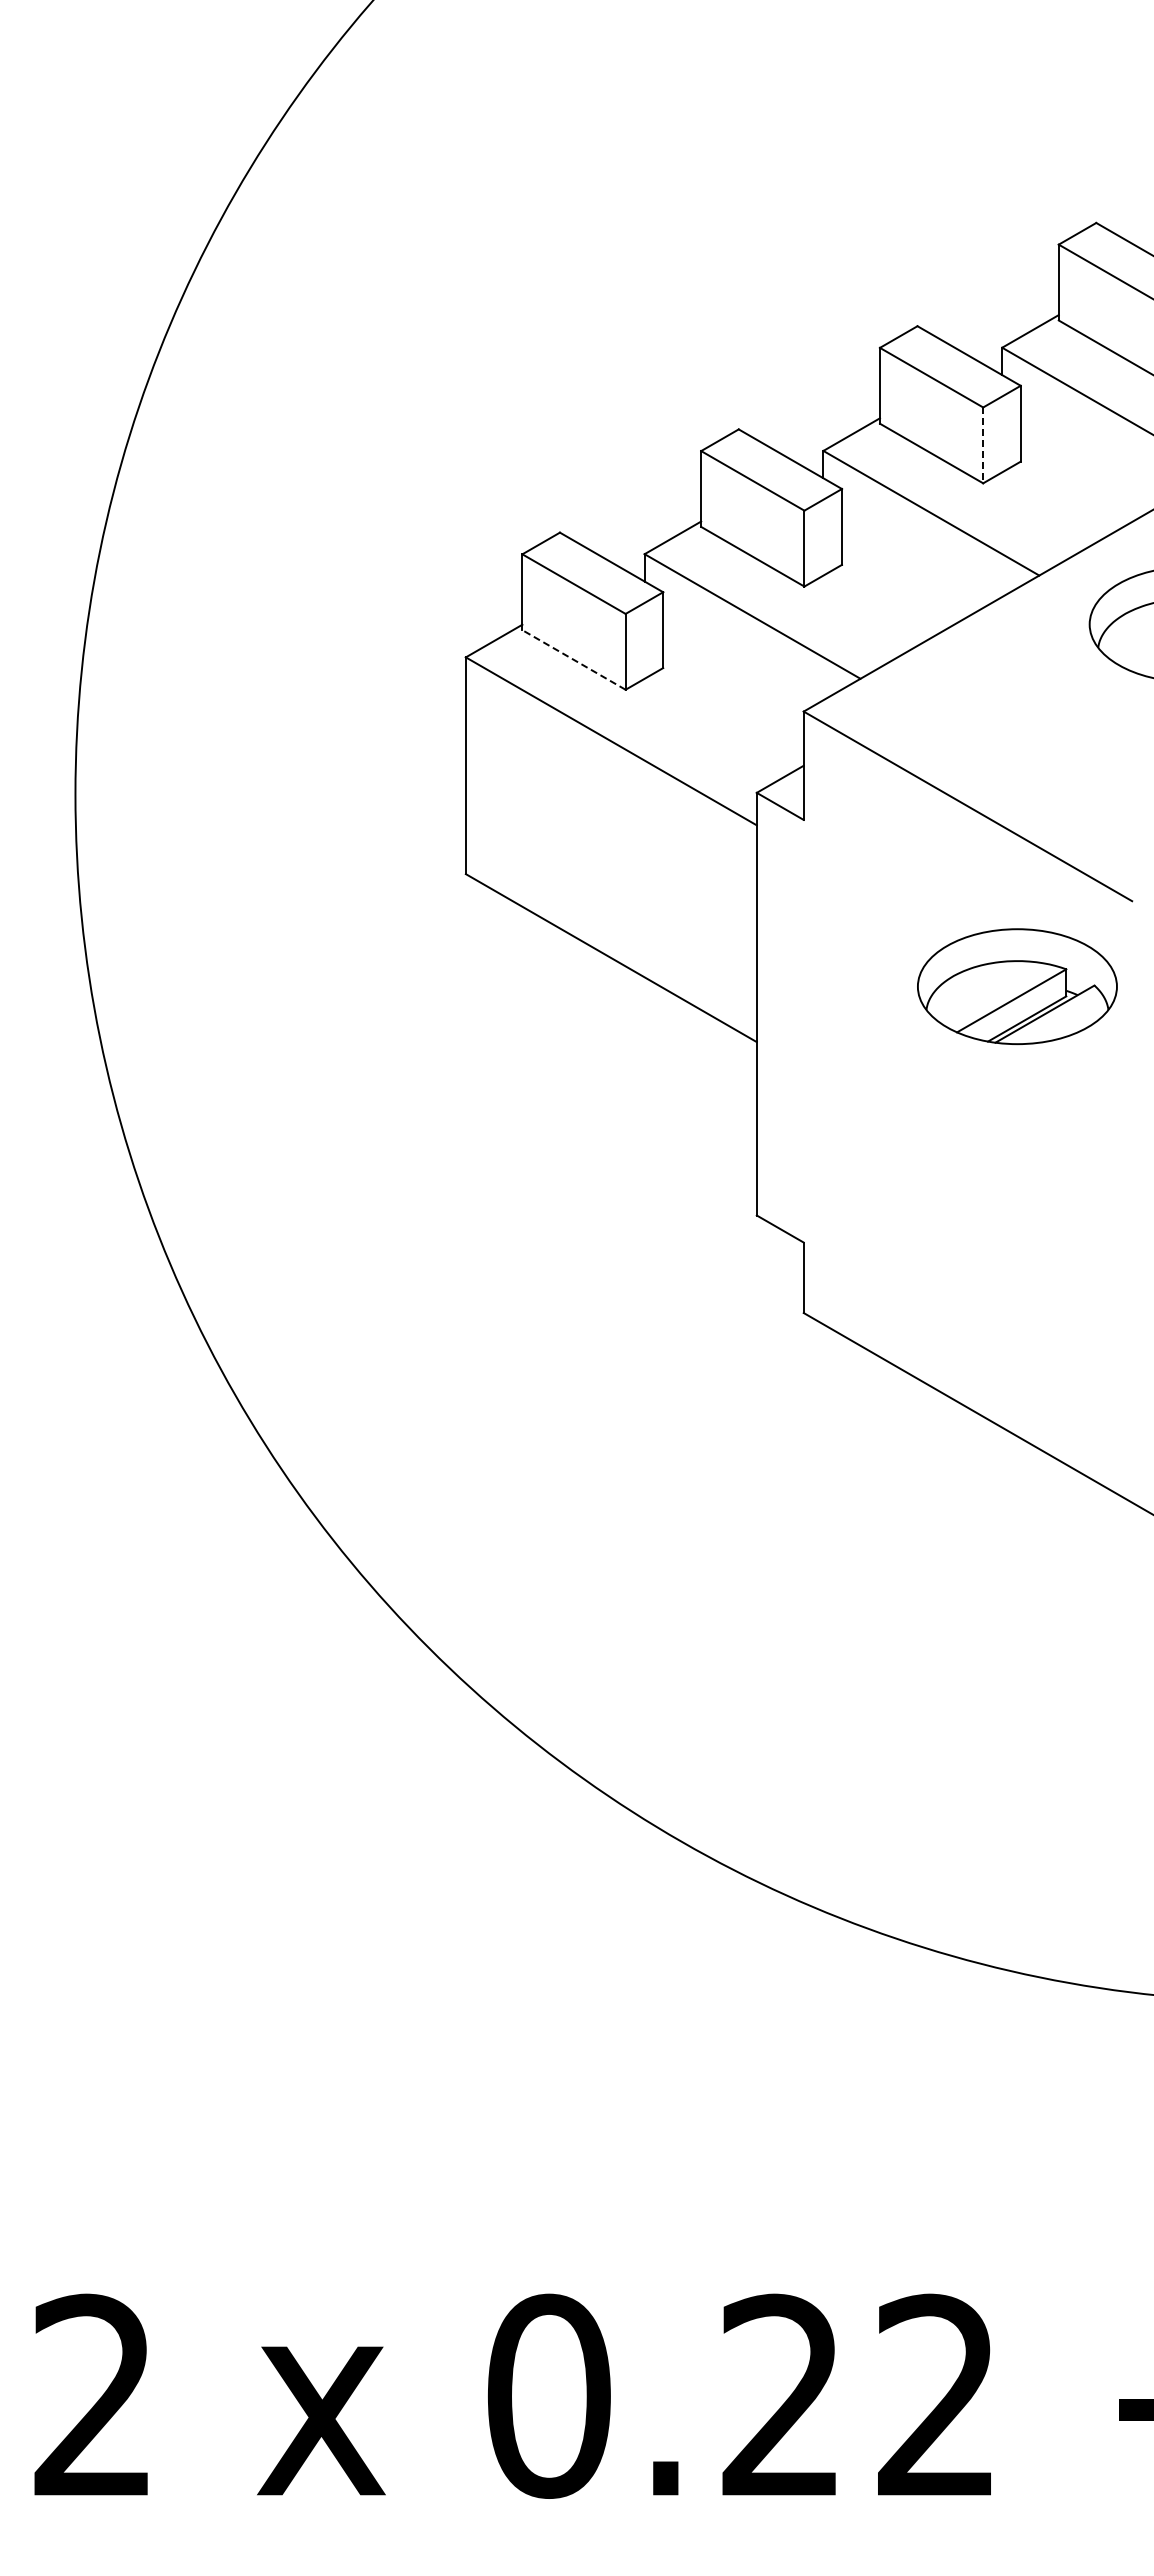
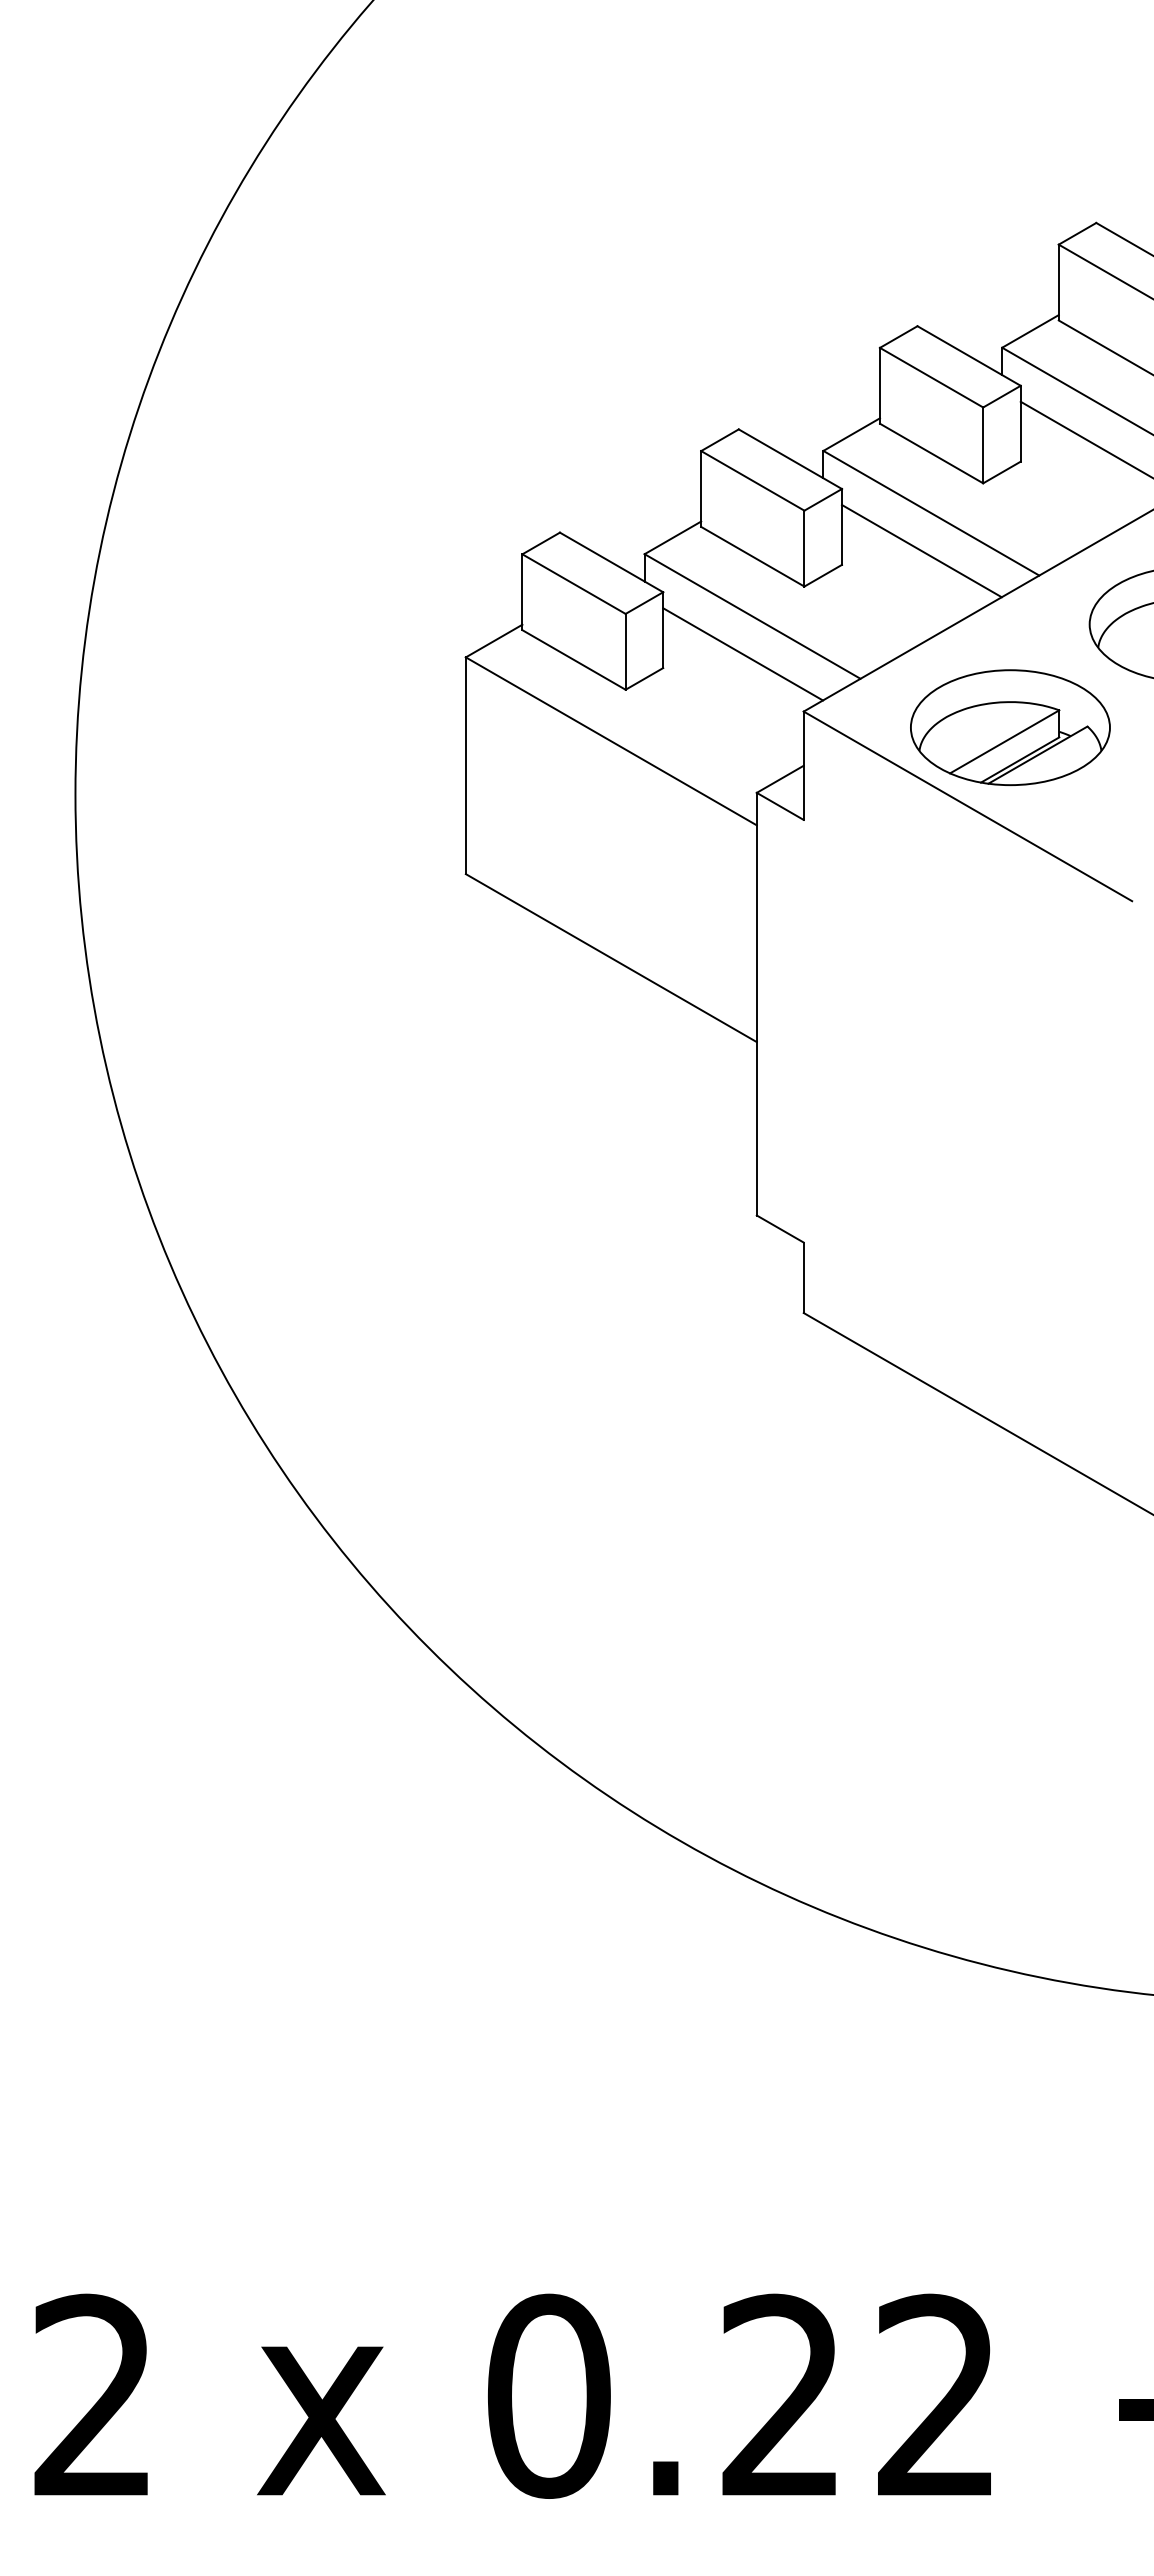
line at (1085, 438): none -> present
line at (983, 445): dashed -> solid
line at (921, 551): none -> present
line at (742, 654): none -> present
line at (574, 659): dashed -> solid
part at (1017, 986) position: (1017, 986) -> (1010, 727)
